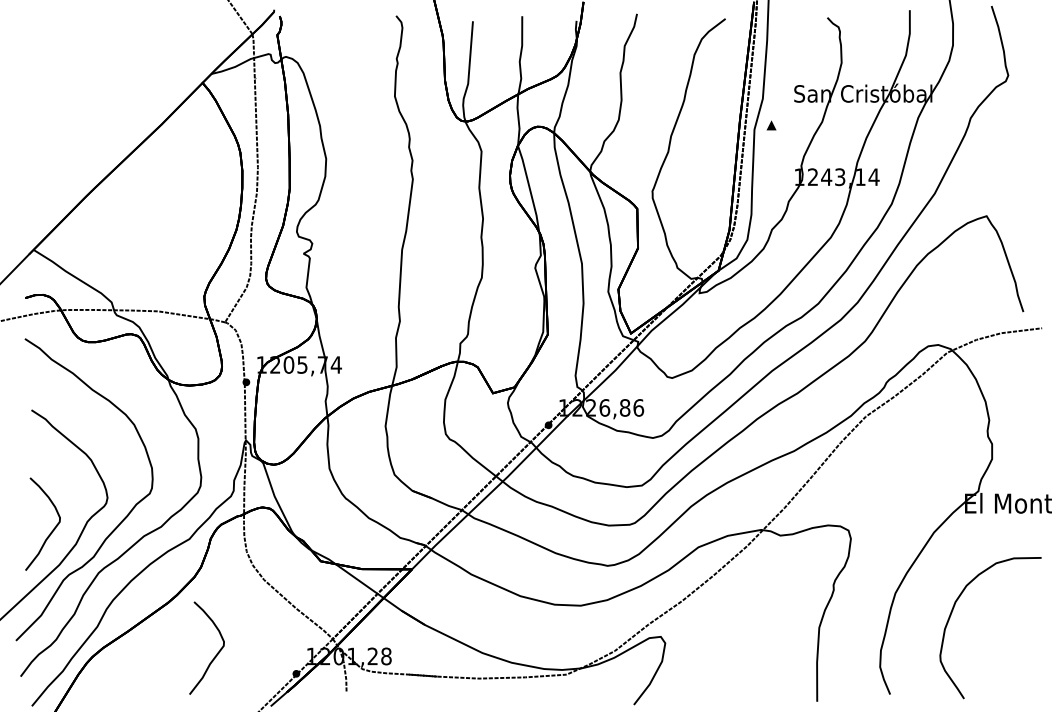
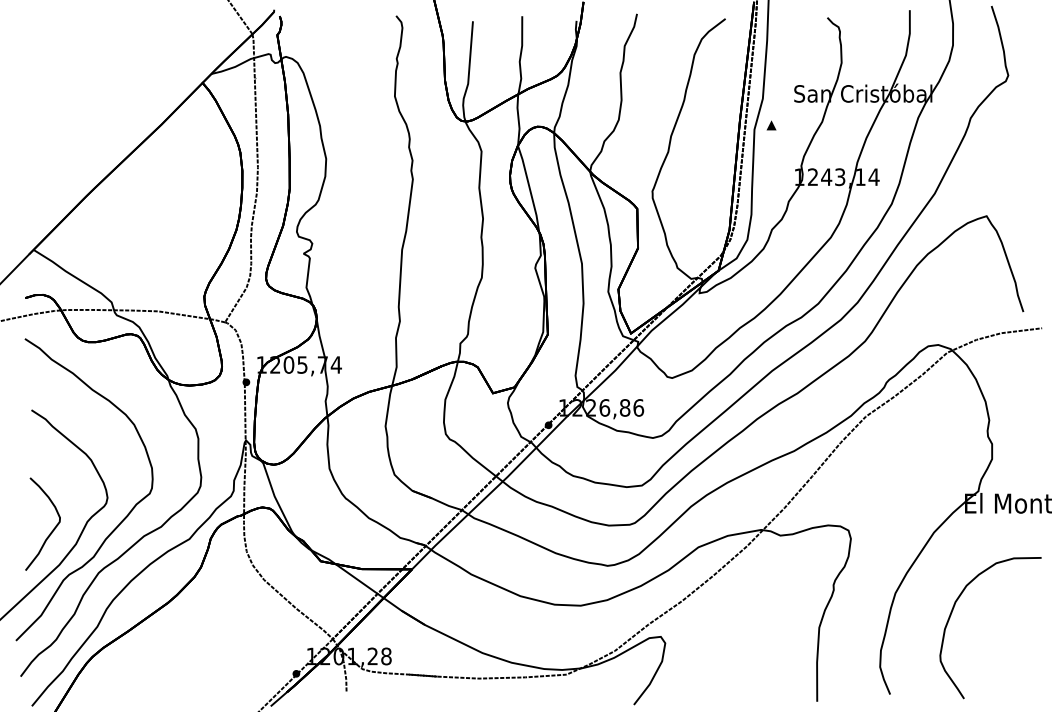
curve at (216, 653): present -> none
